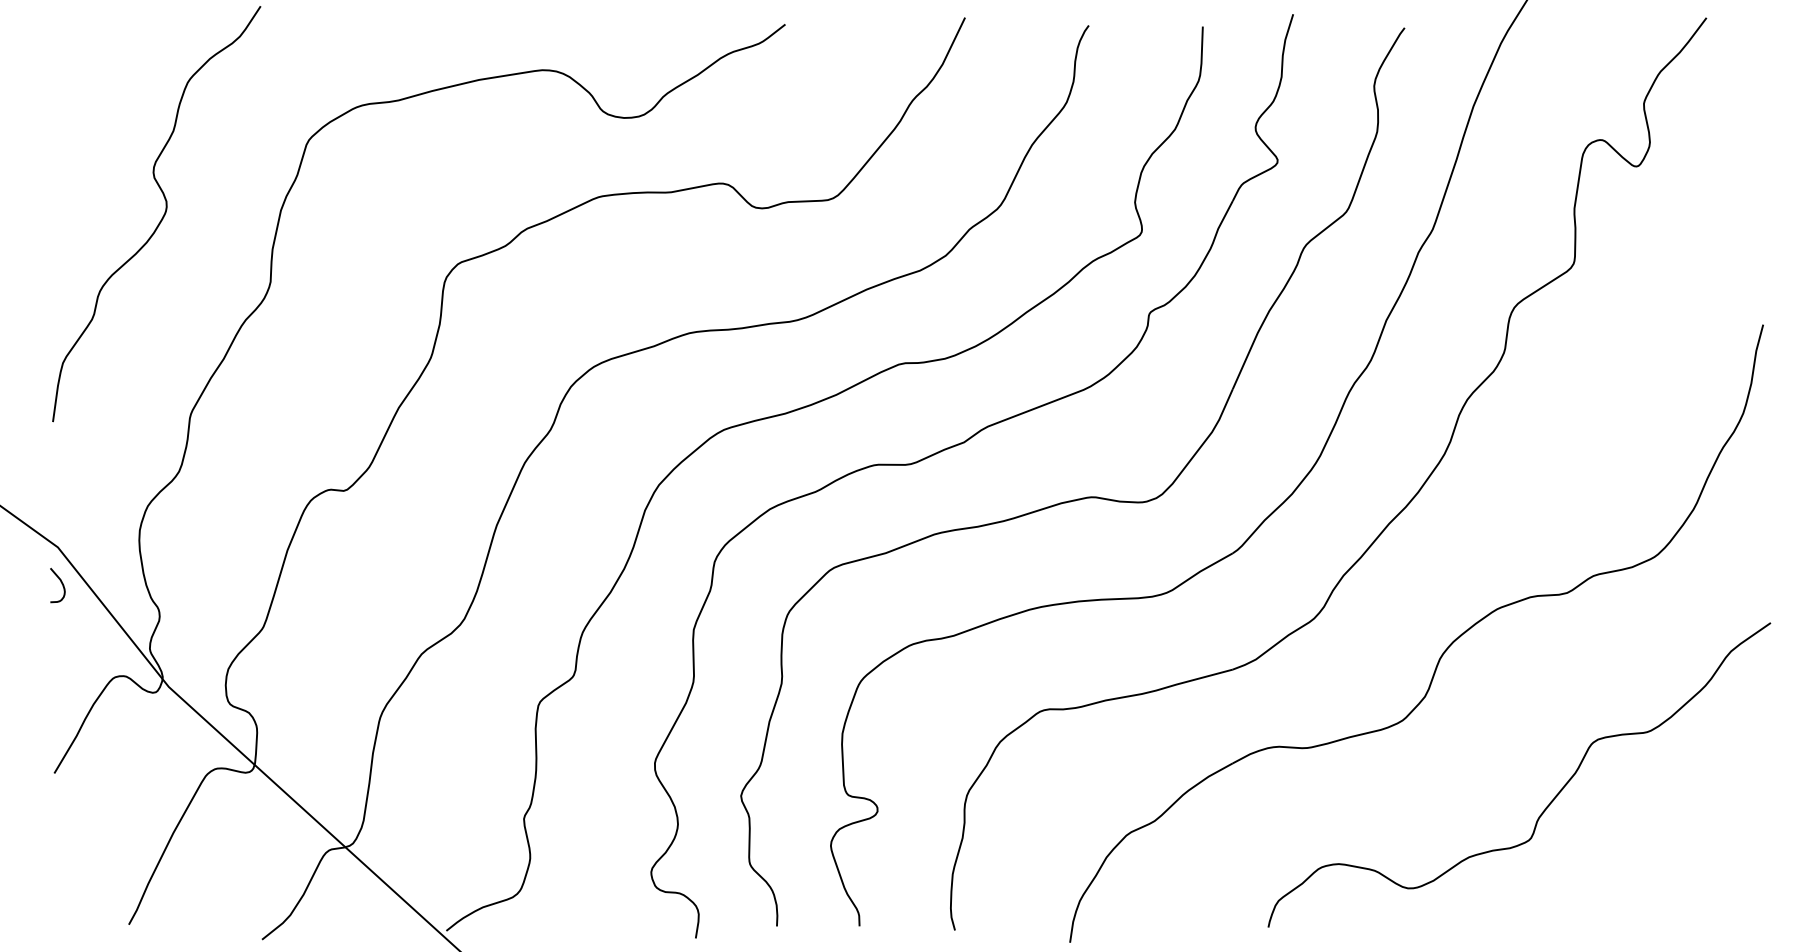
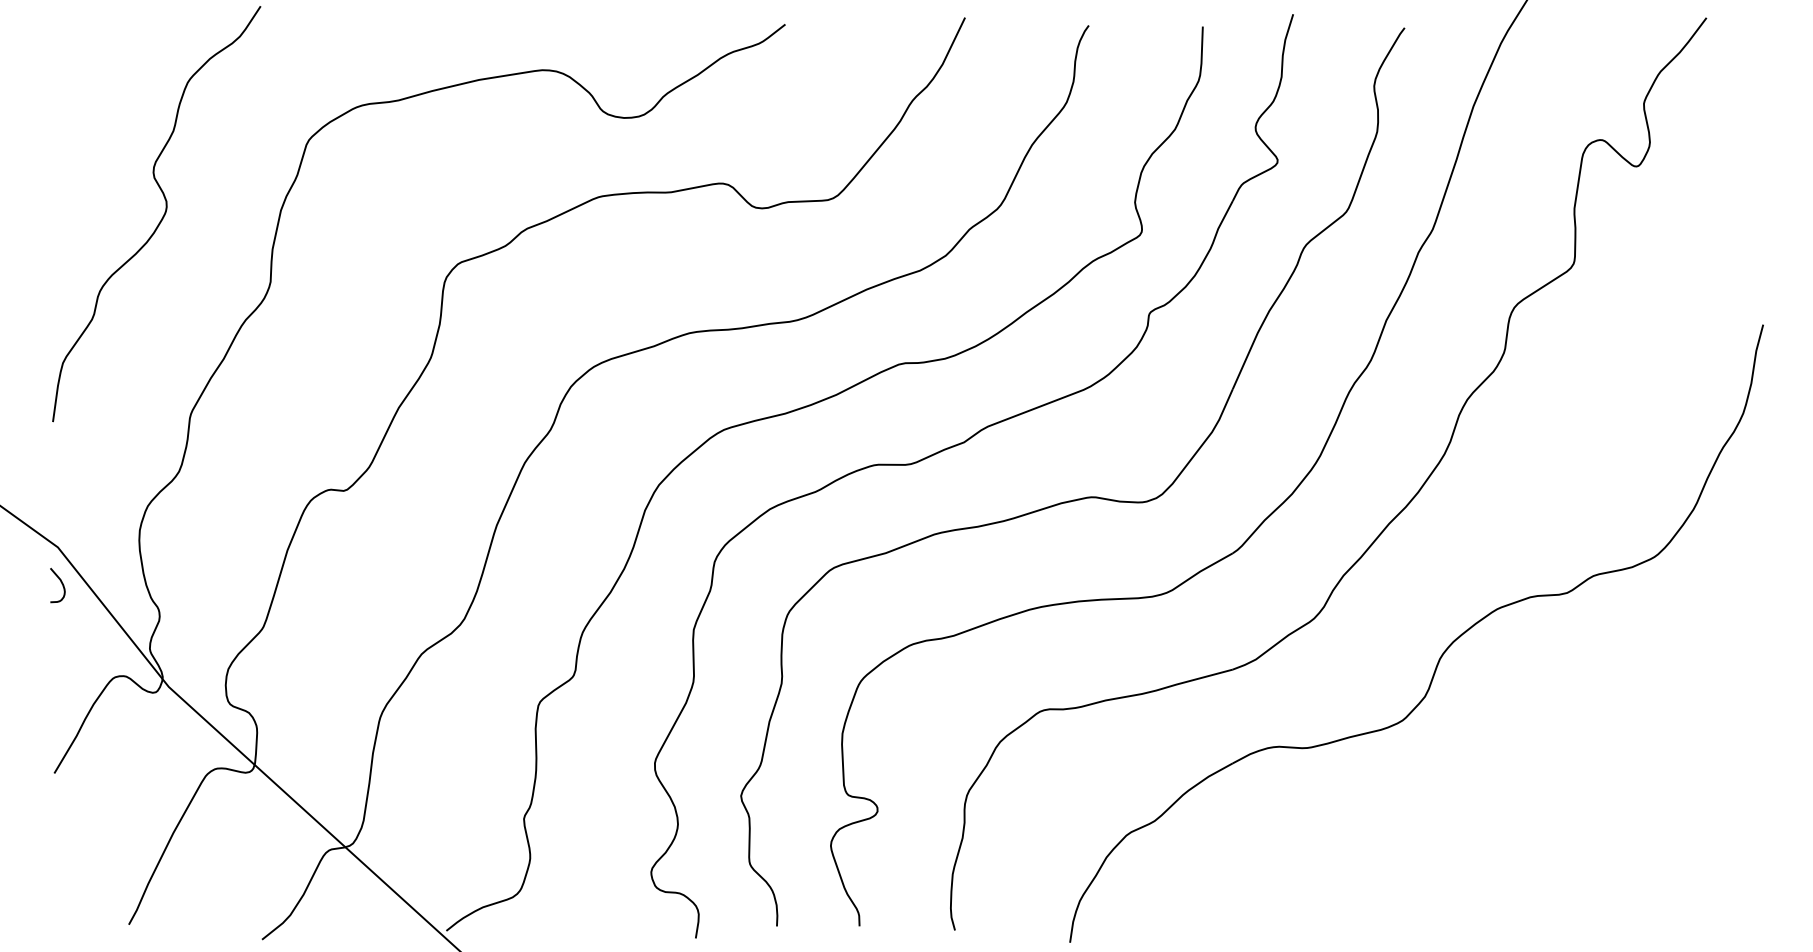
curve at (1550, 801): present -> none
